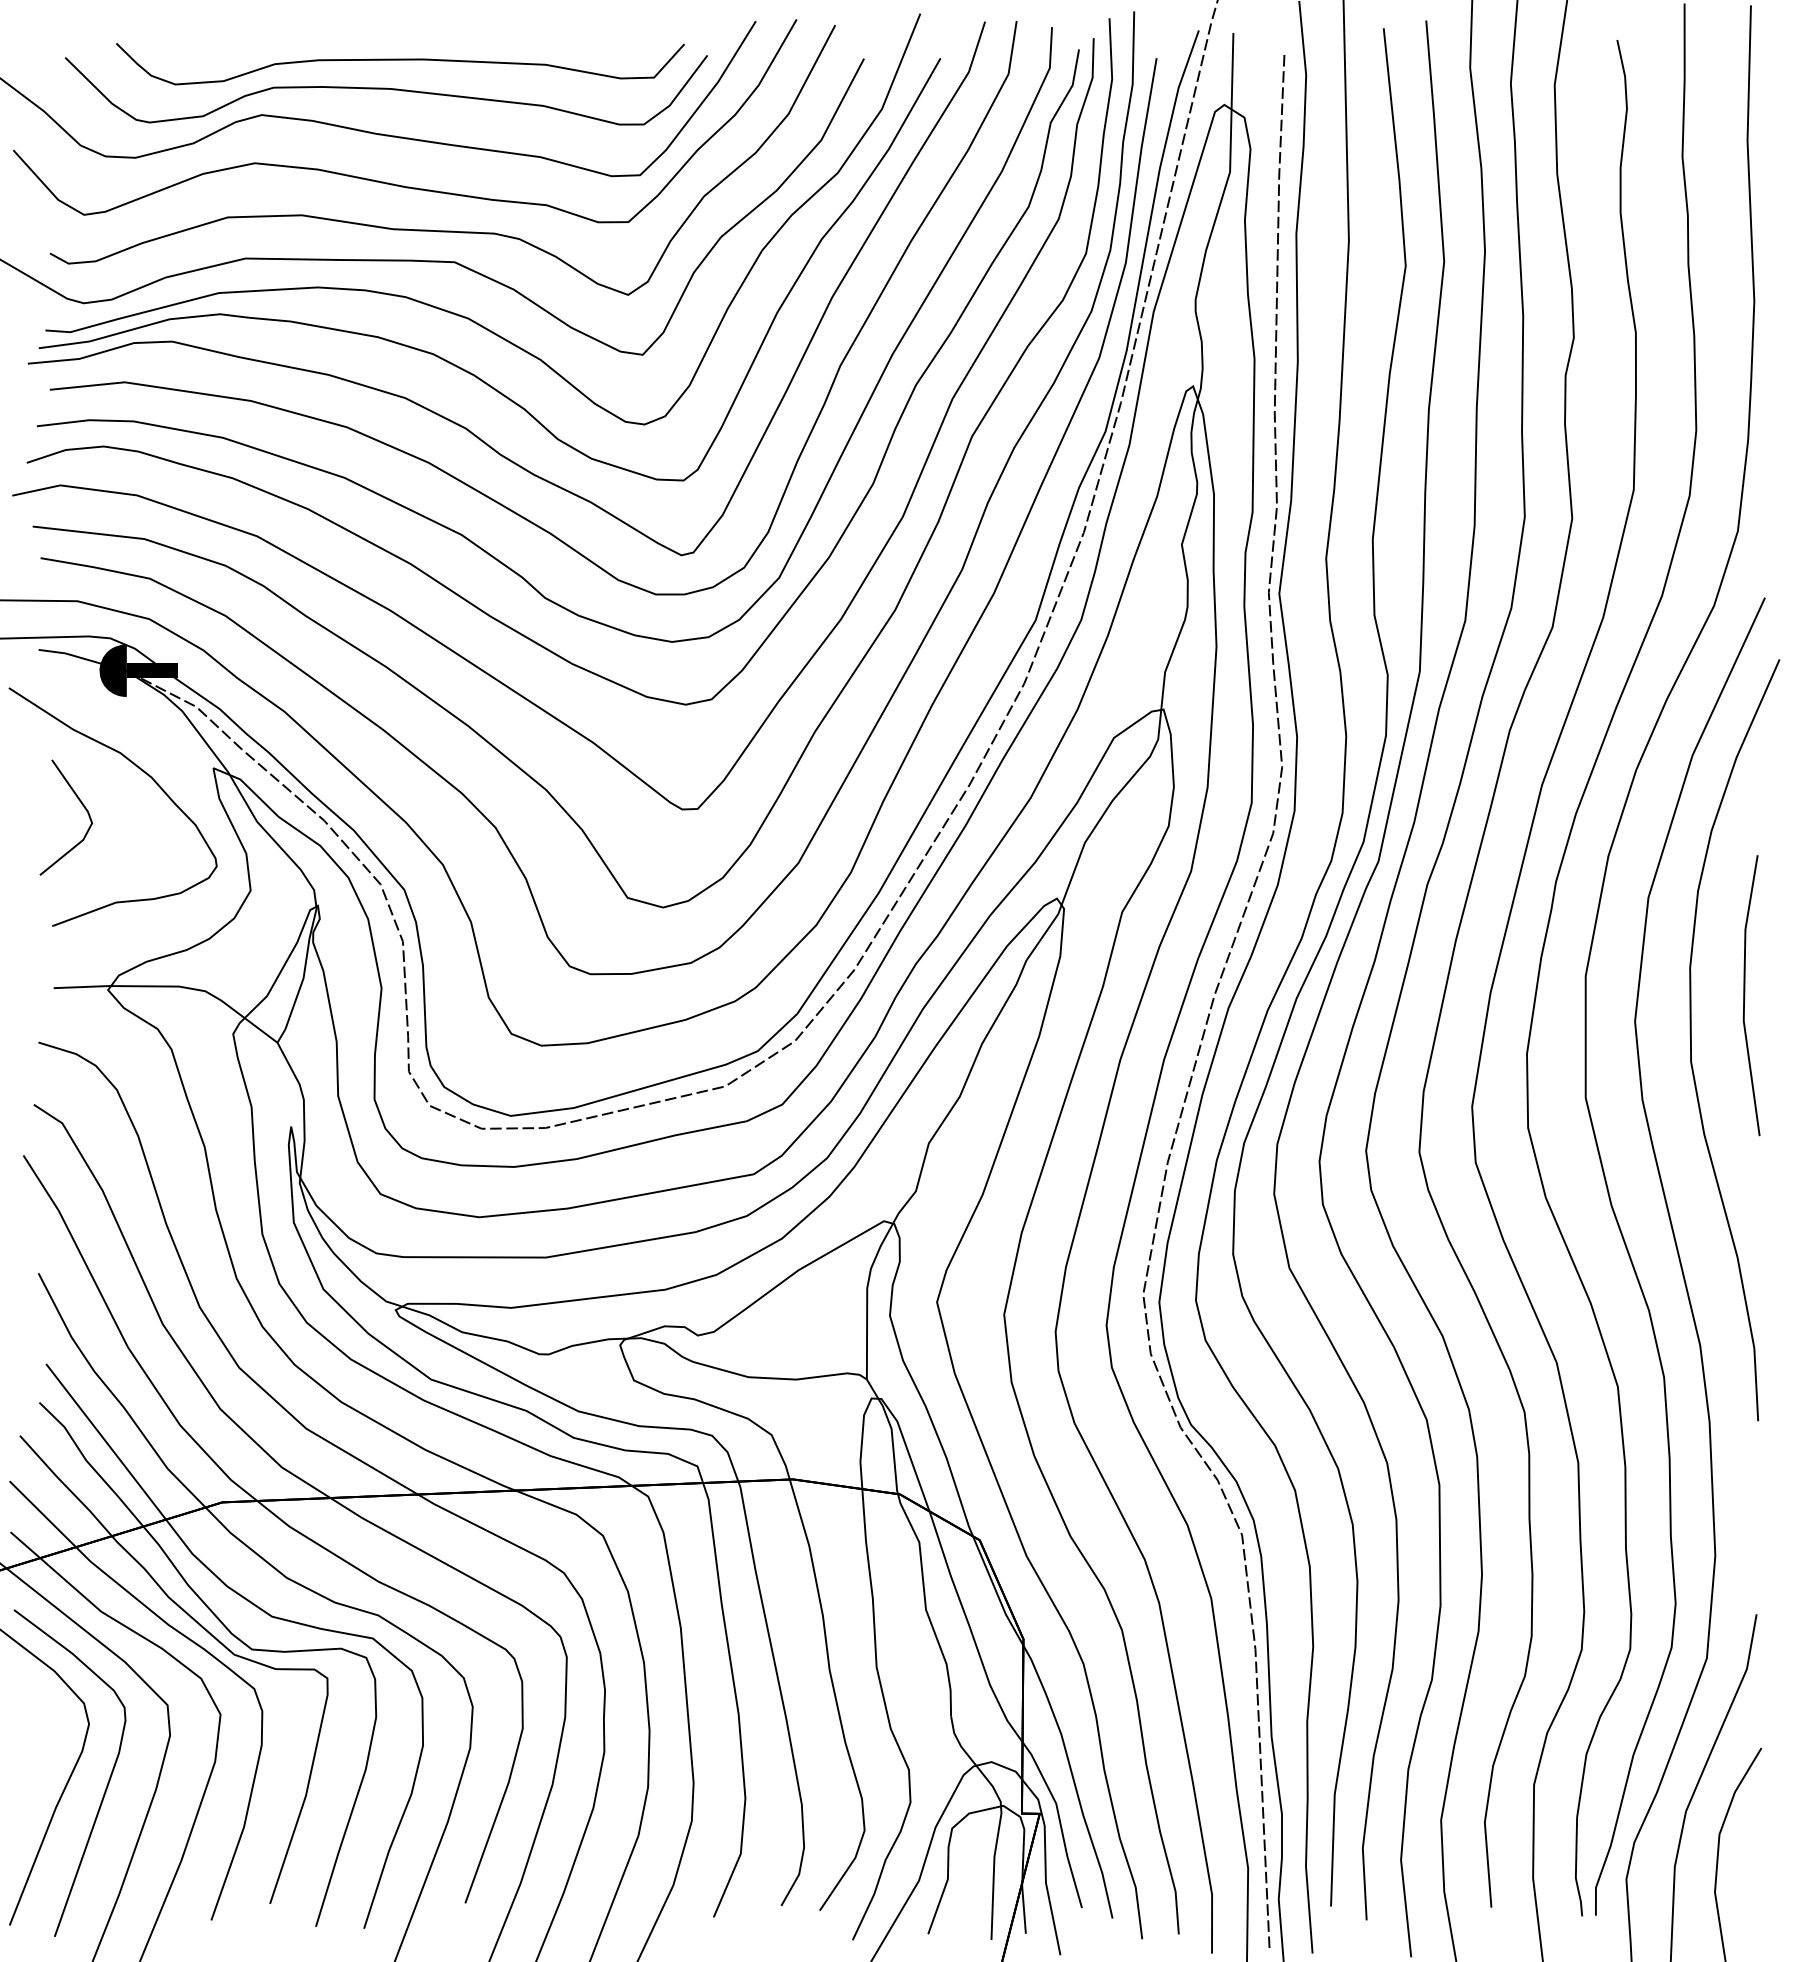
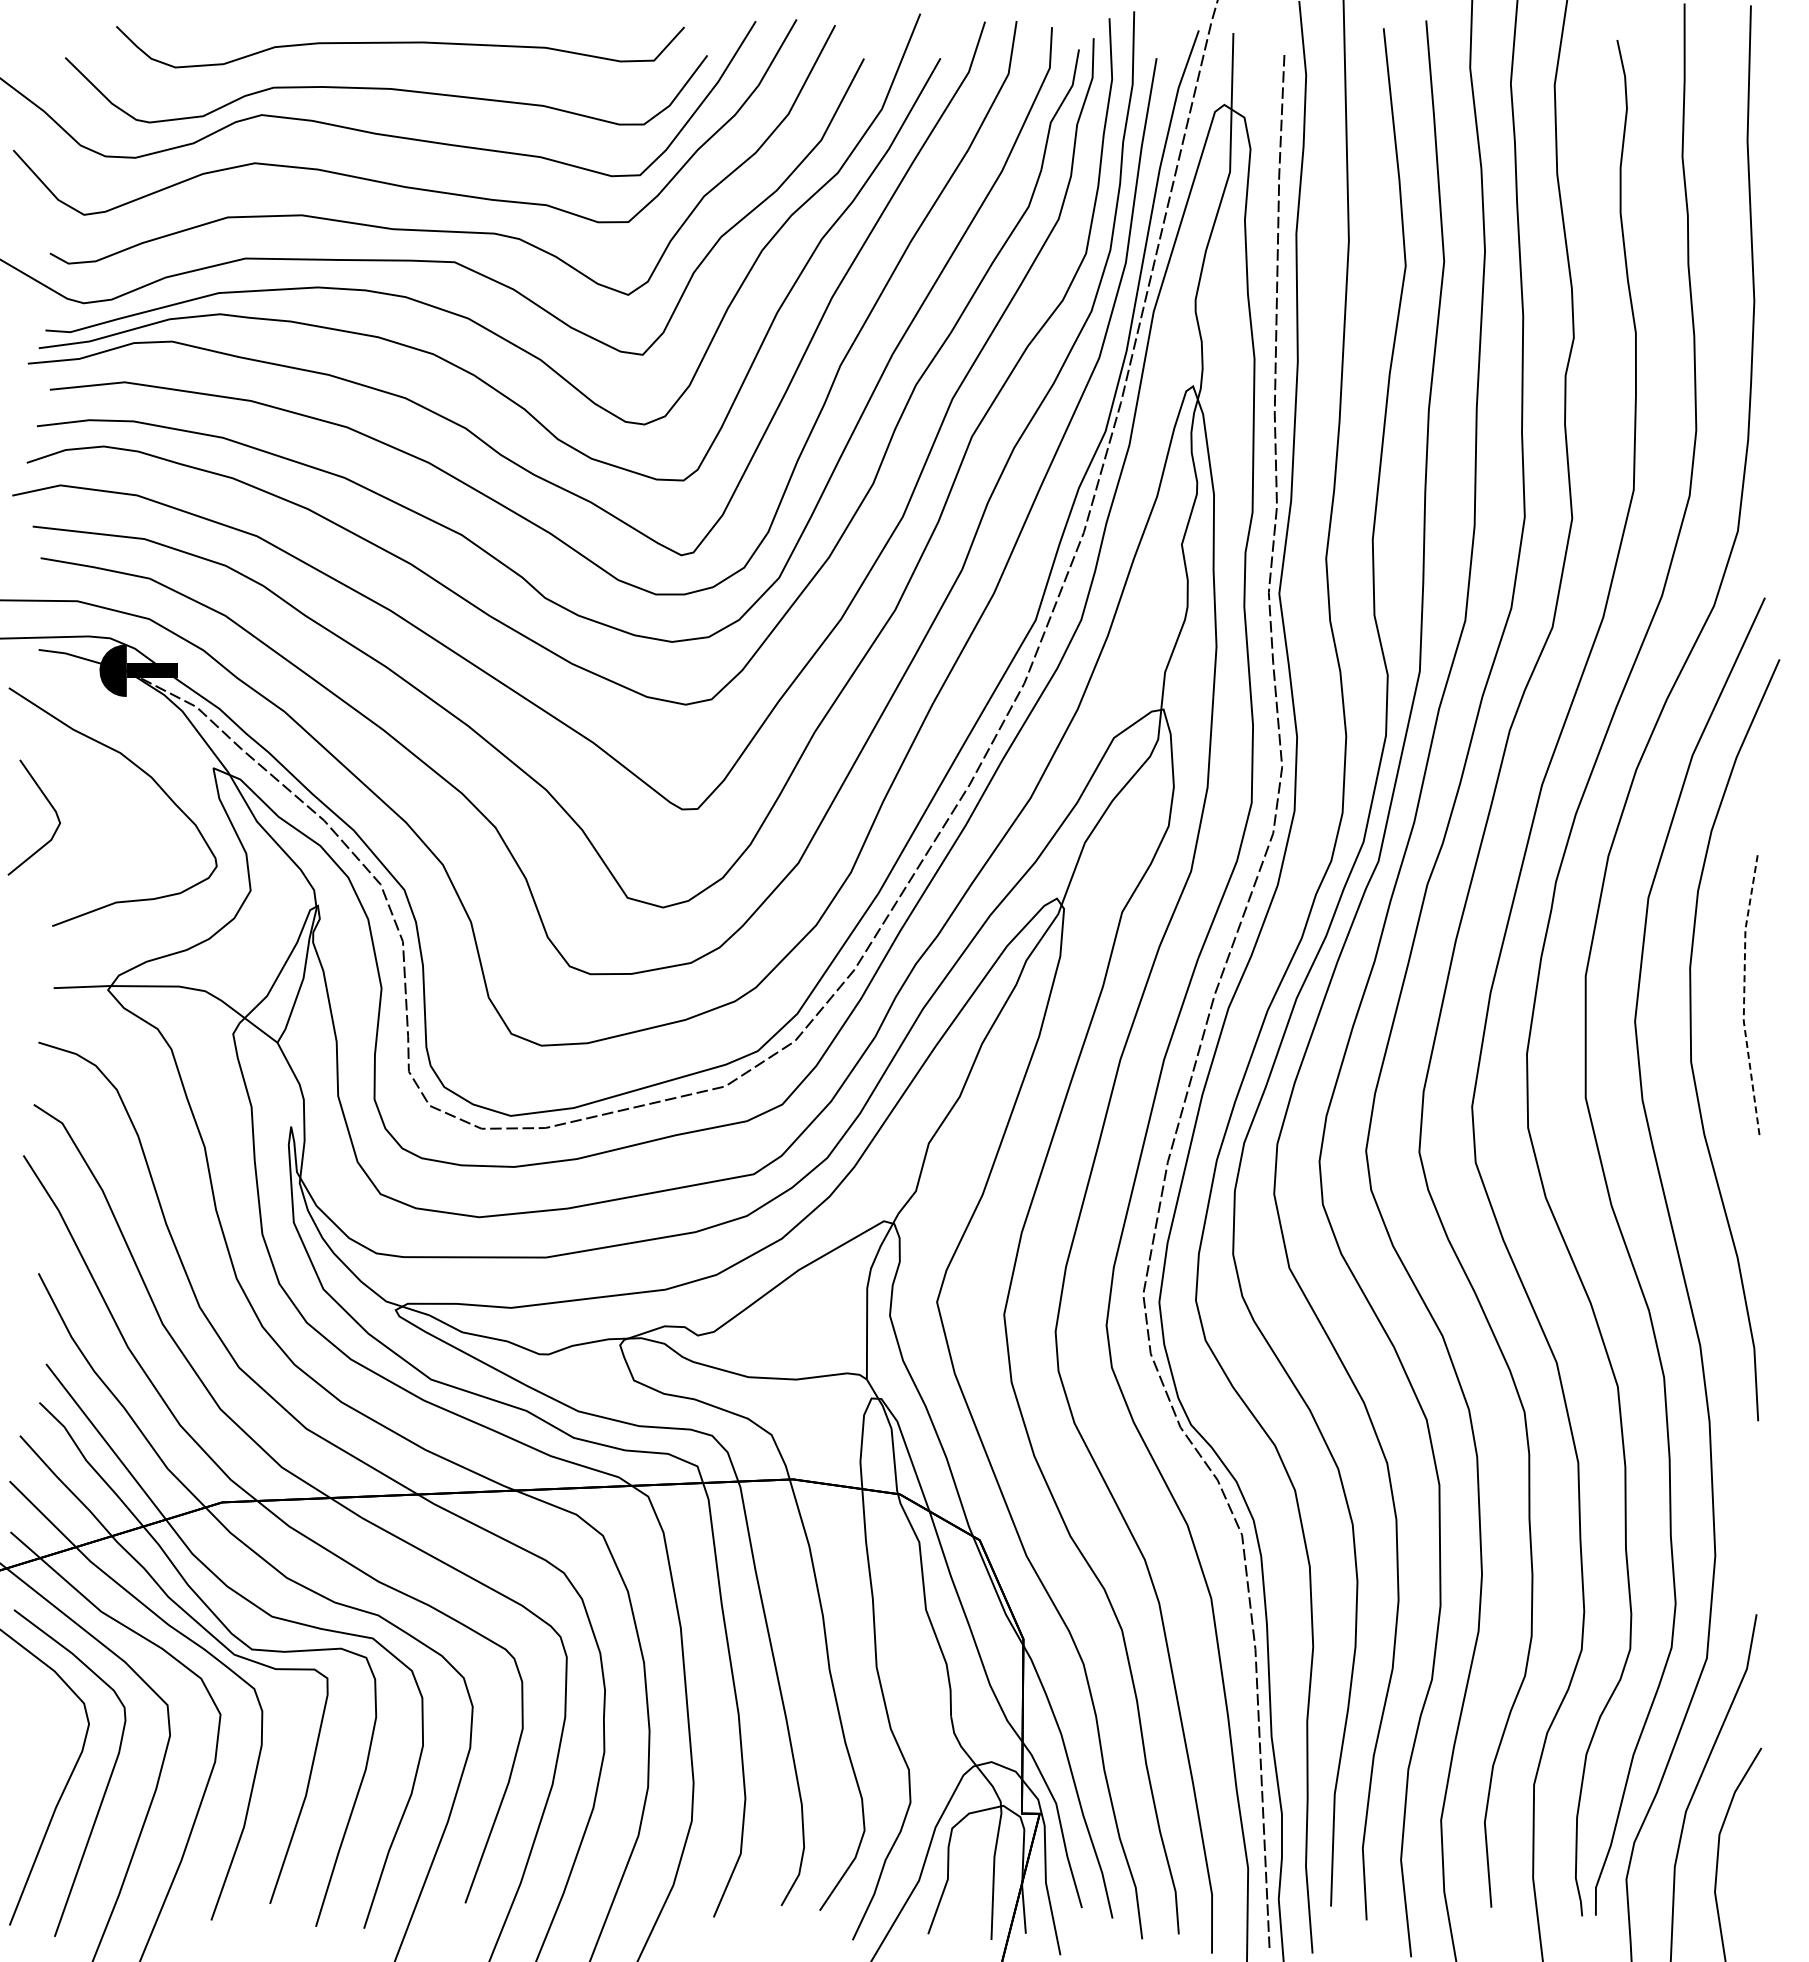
curve at (400, 60) position: (400, 60) -> (400, 43)
line at (83, 807) position: (83, 807) -> (51, 807)
line at (1744, 996): solid -> dashed
